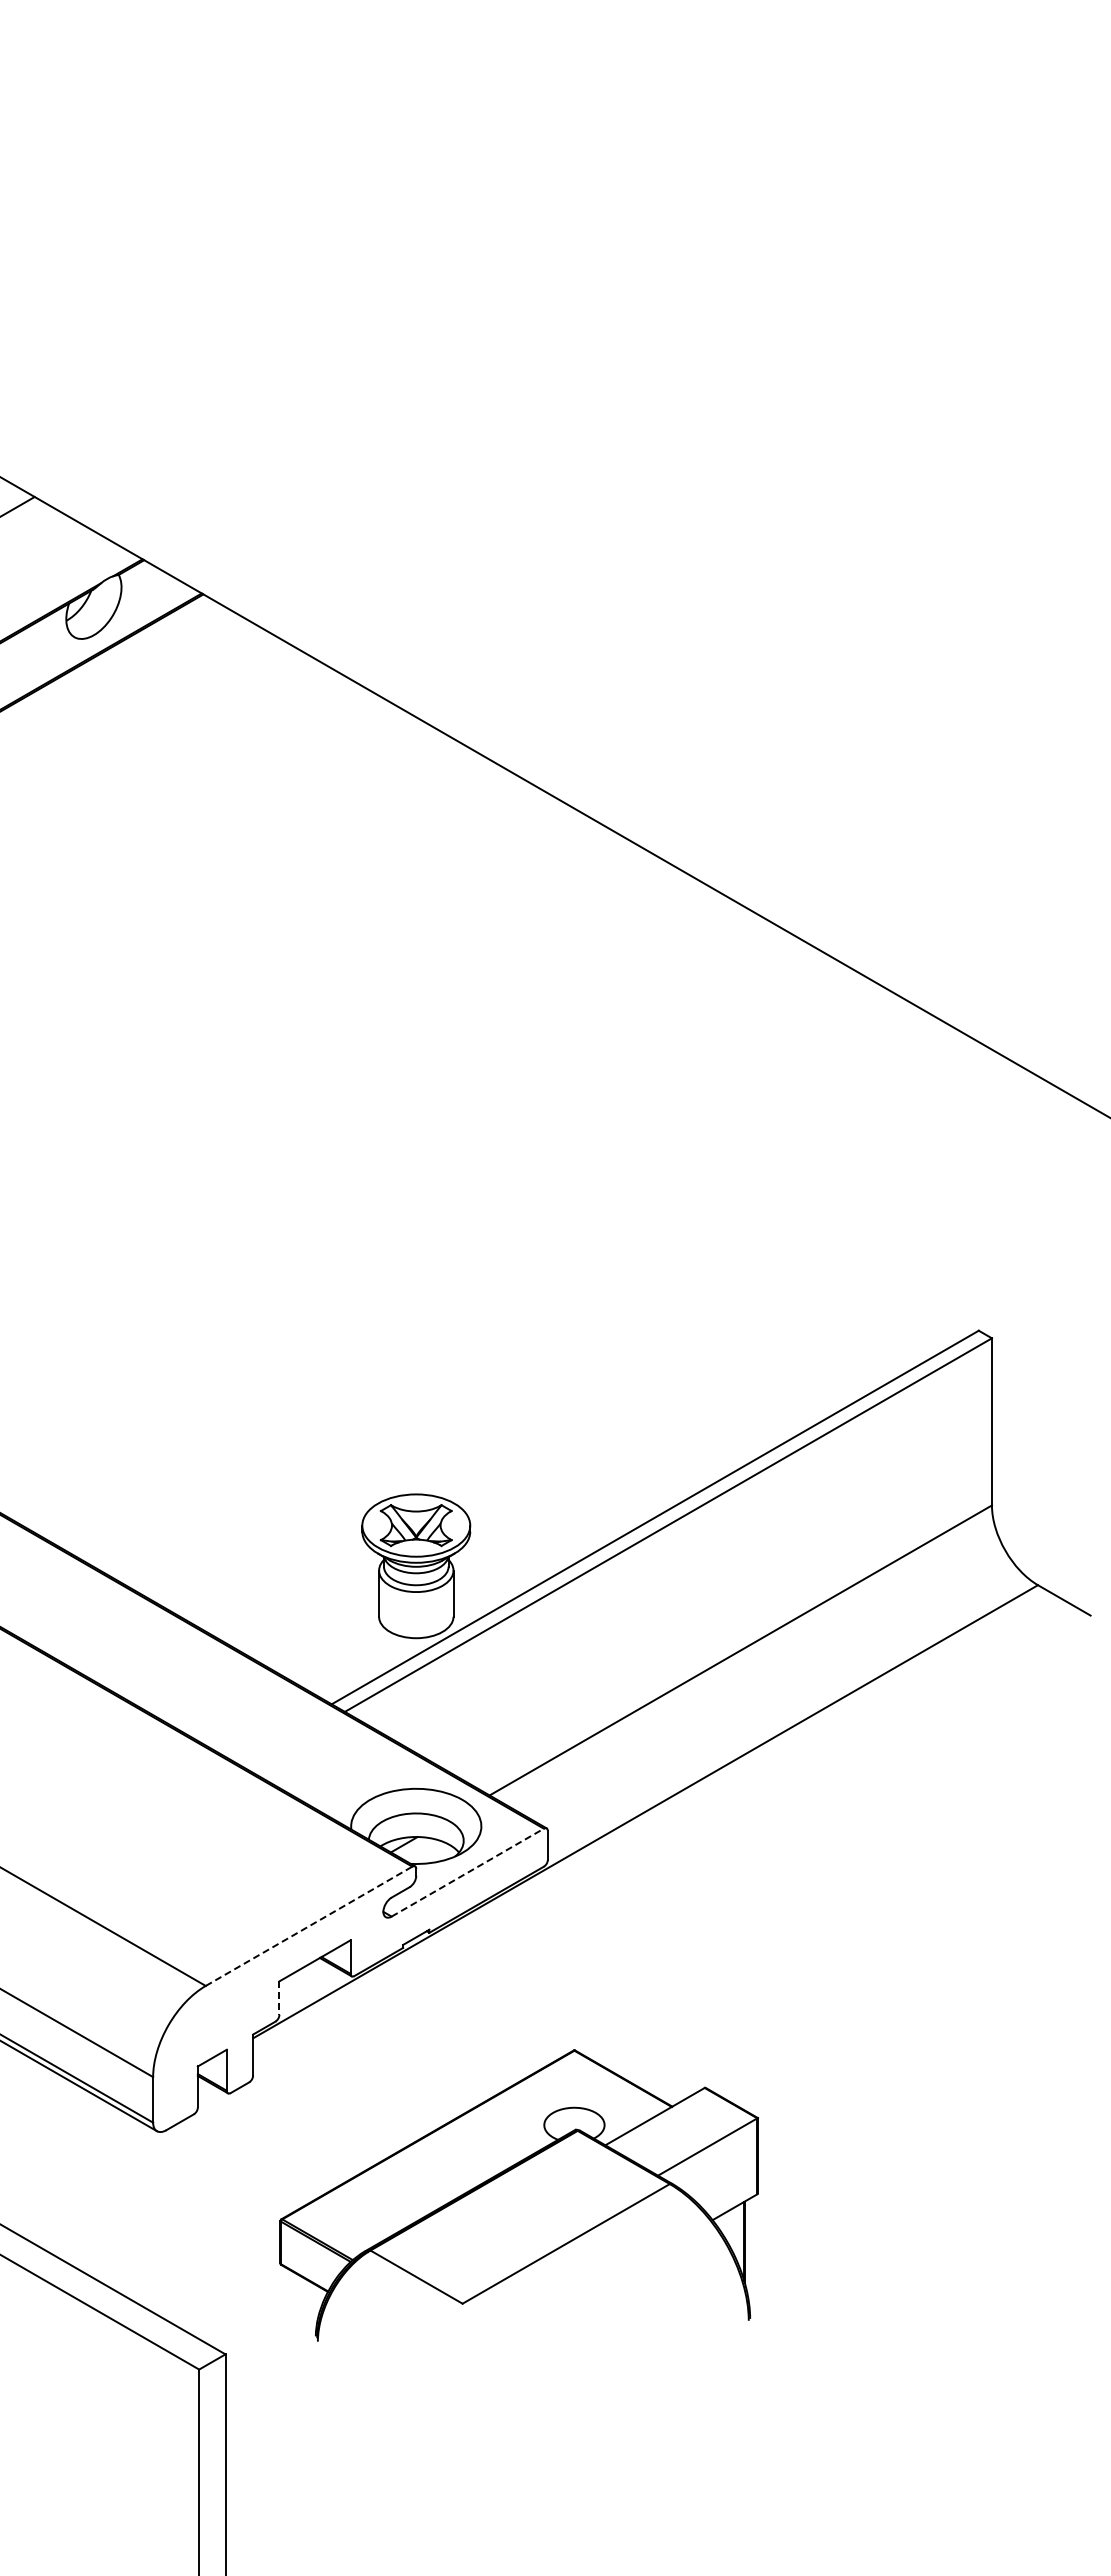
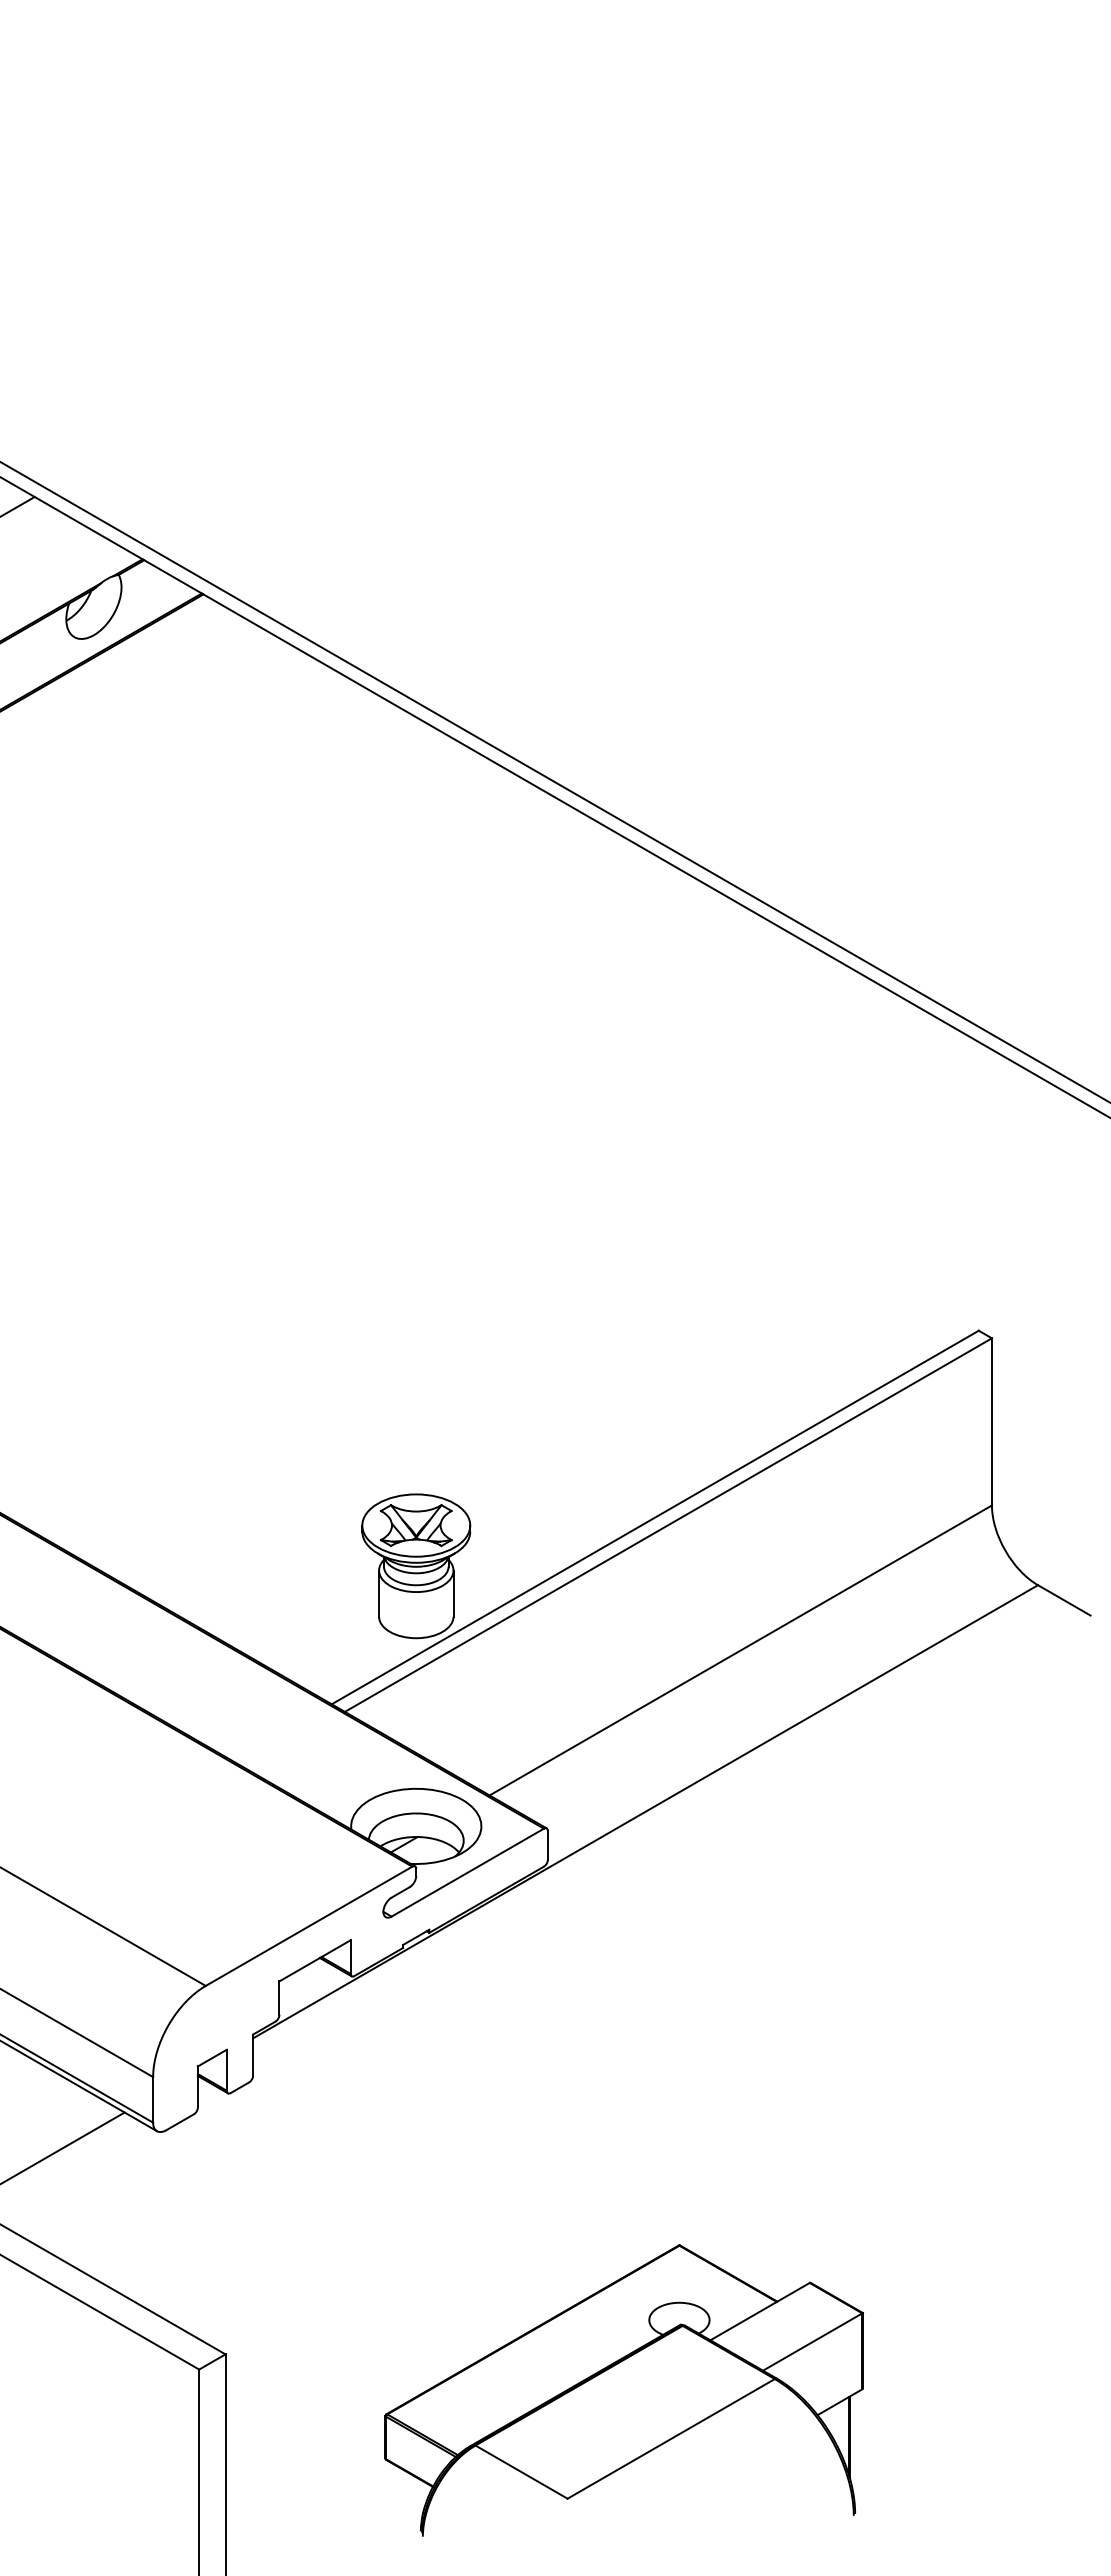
line at (554, 782): none -> present
line at (467, 1872): dashed -> solid
line at (309, 1926): dashed -> solid
line at (279, 1998): dashed -> solid
line at (63, 2147): none -> present
part at (518, 2195) position: (518, 2195) -> (623, 2390)
